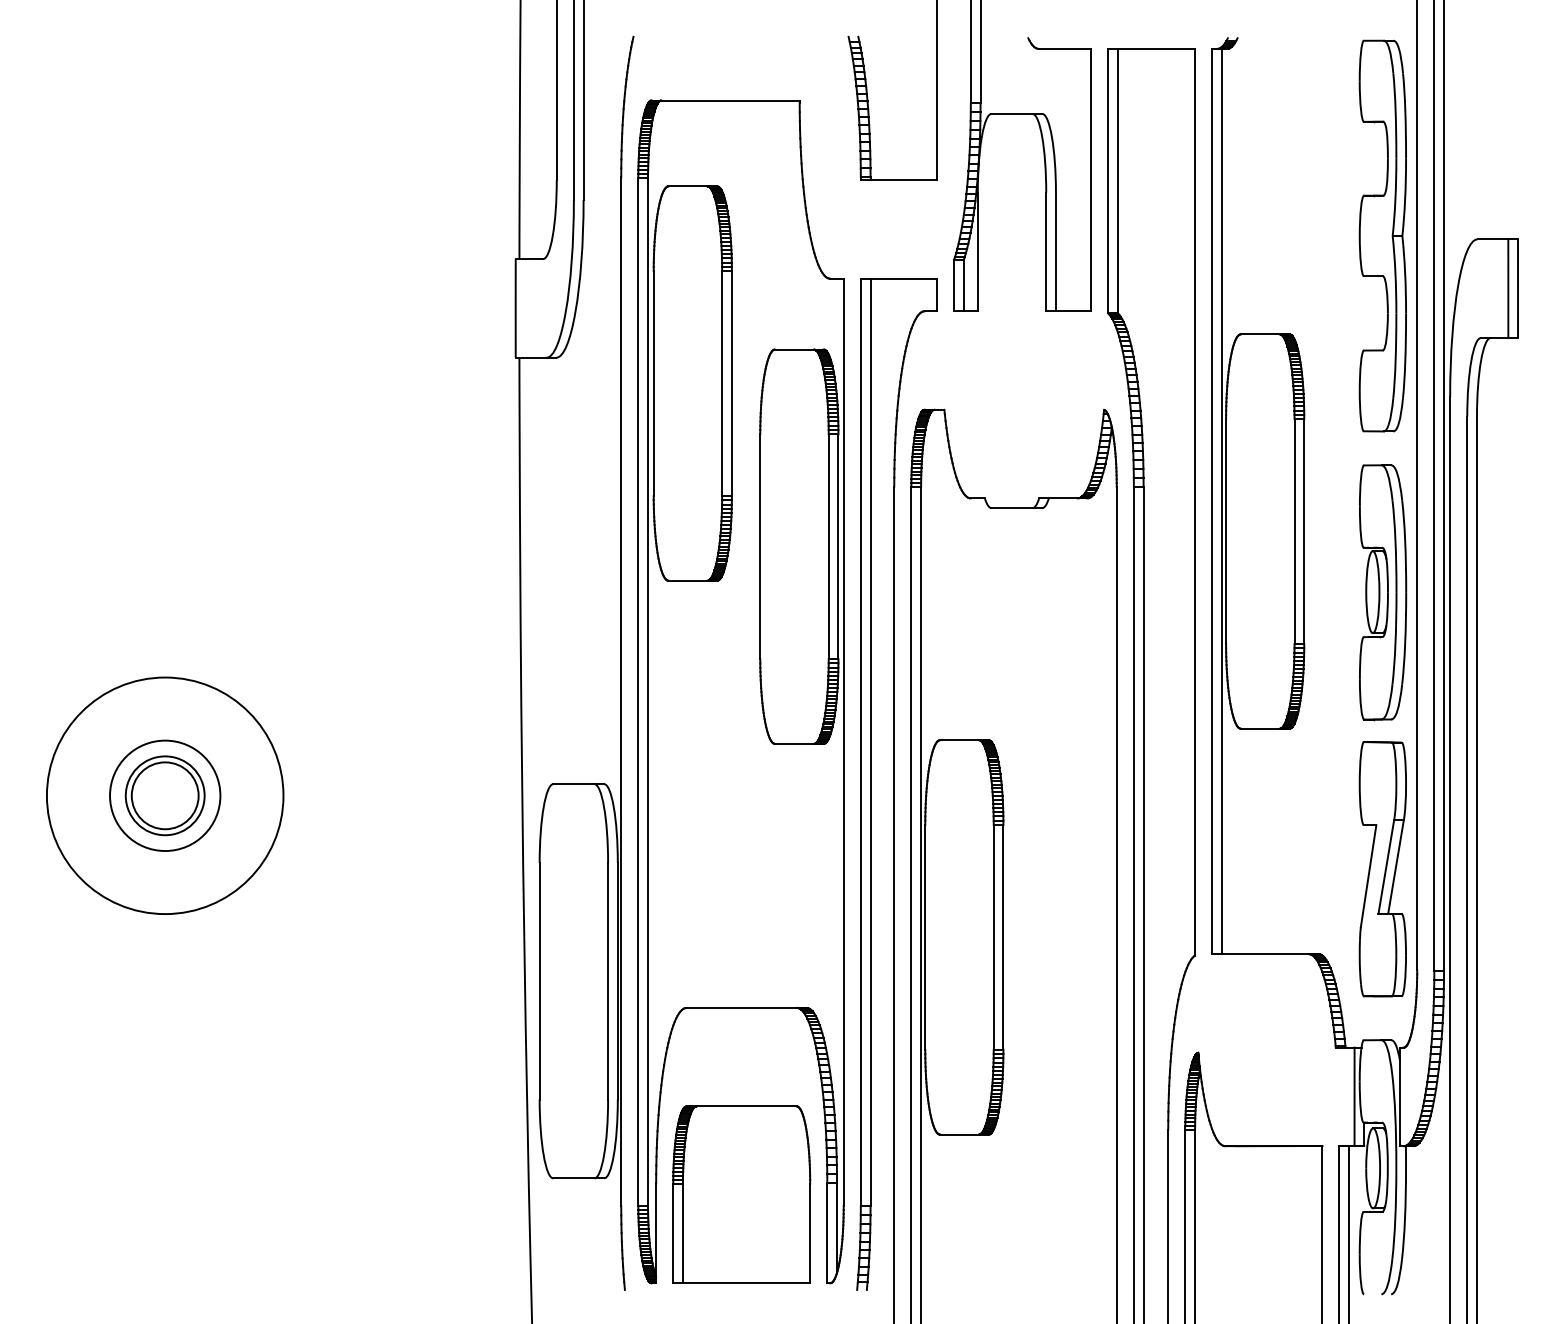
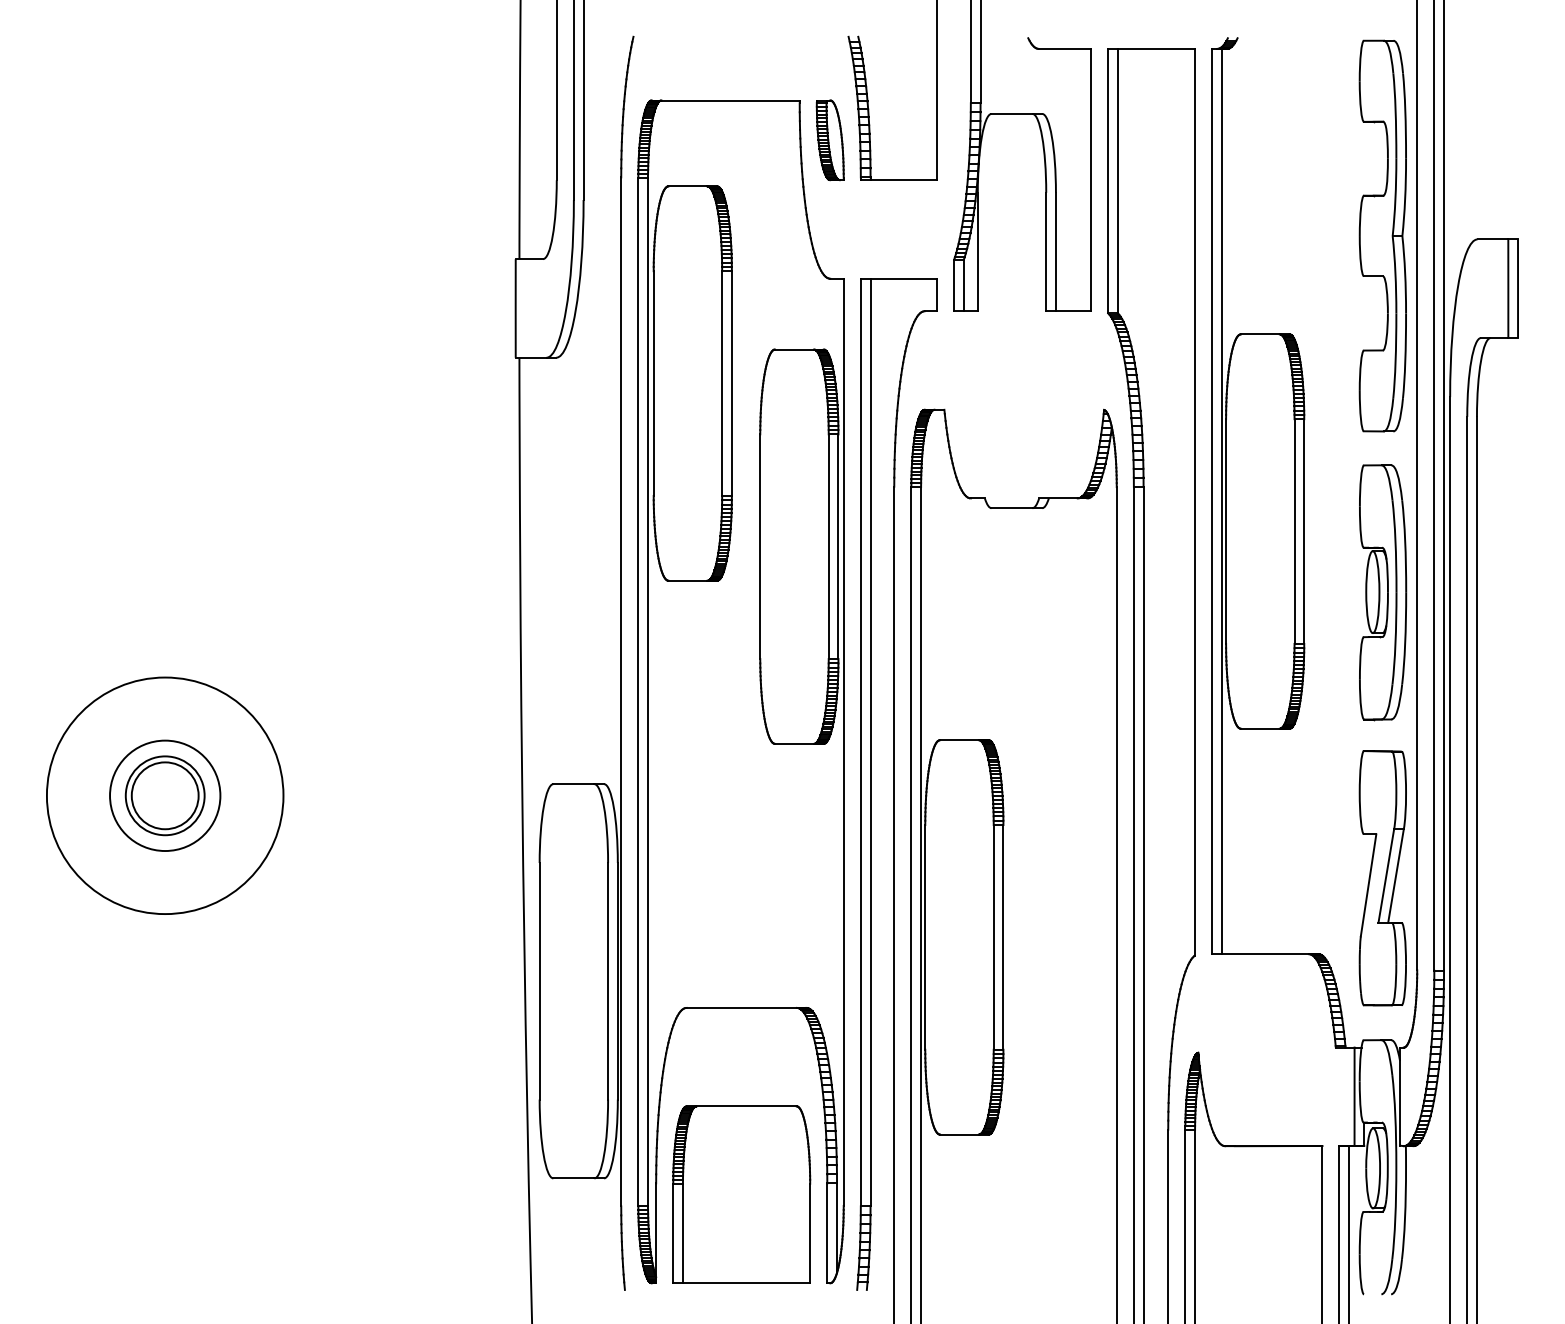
part at (829, 140): none -> present
part at (1382, 869) position: (1382, 869) -> (1382, 878)
